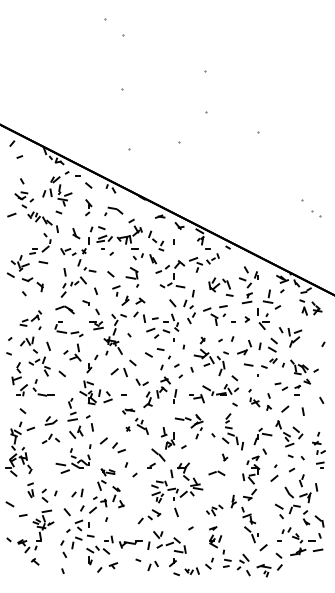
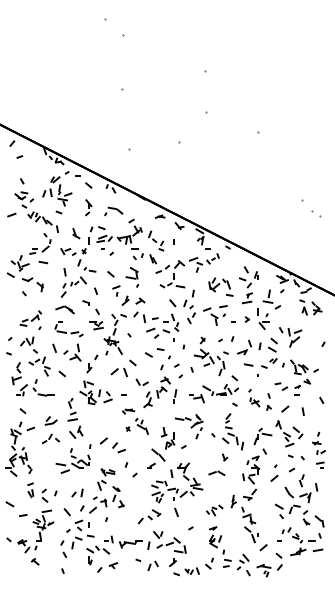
line at (48, 345) position: (48, 345) -> (54, 347)
part at (89, 423): present -> none
